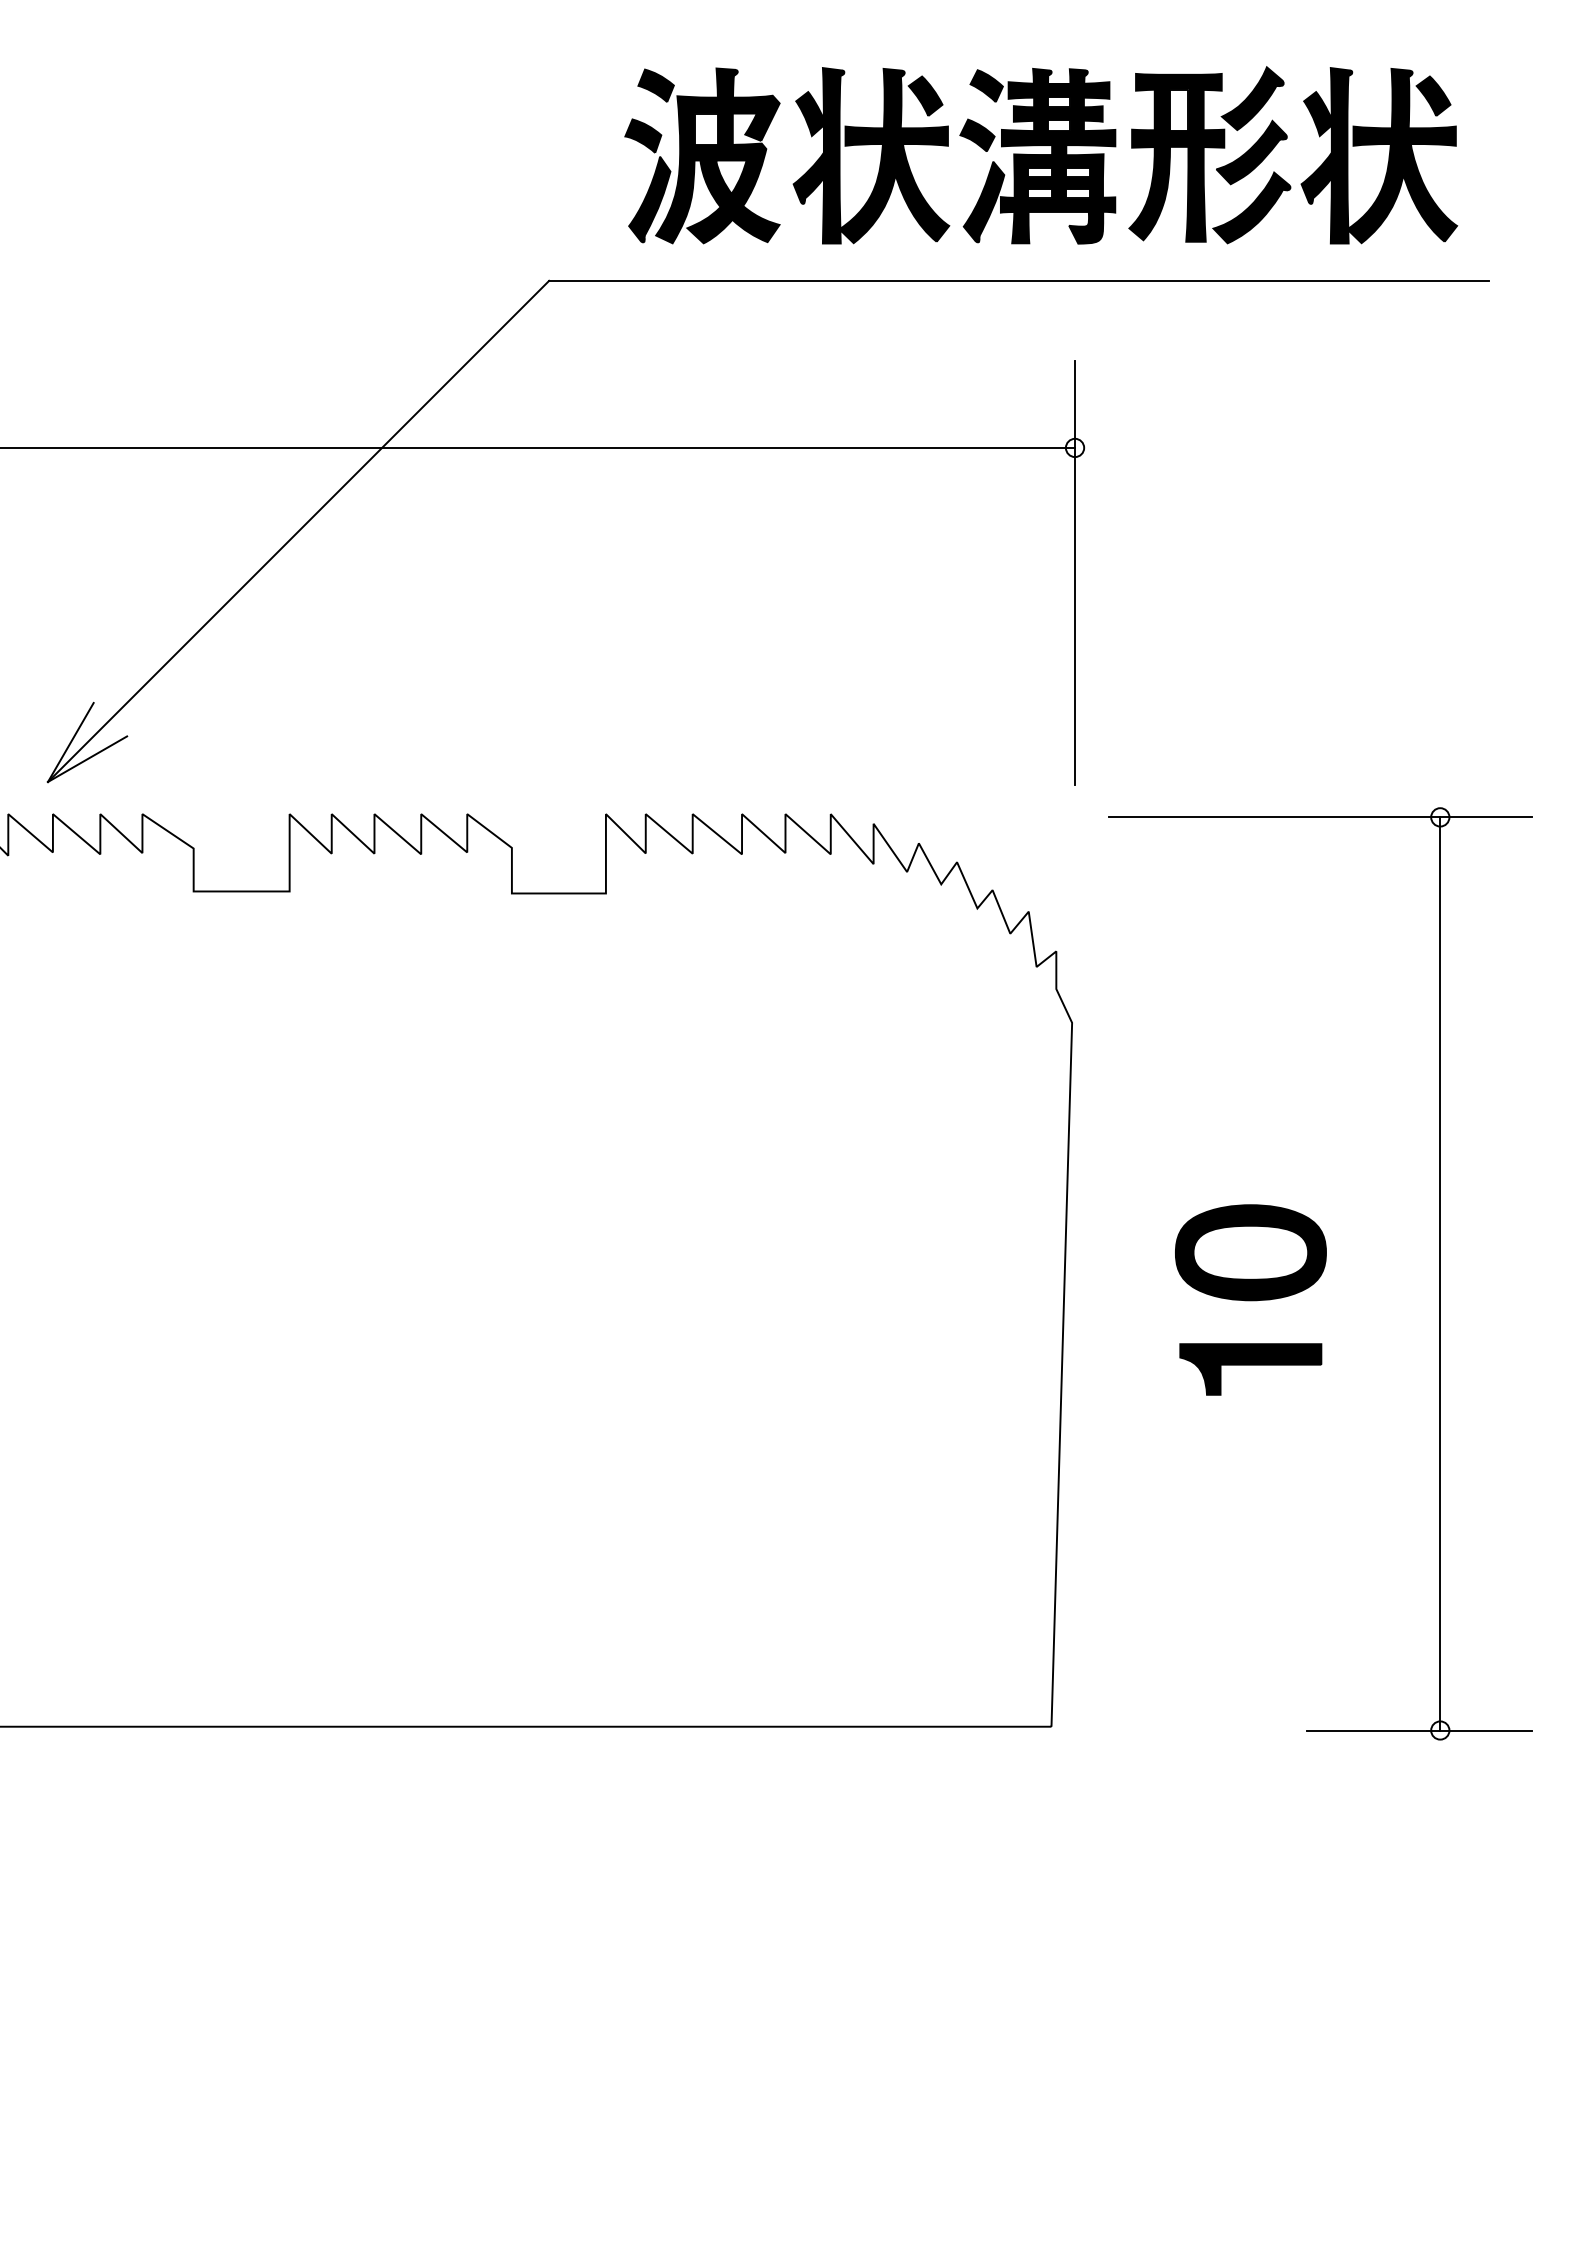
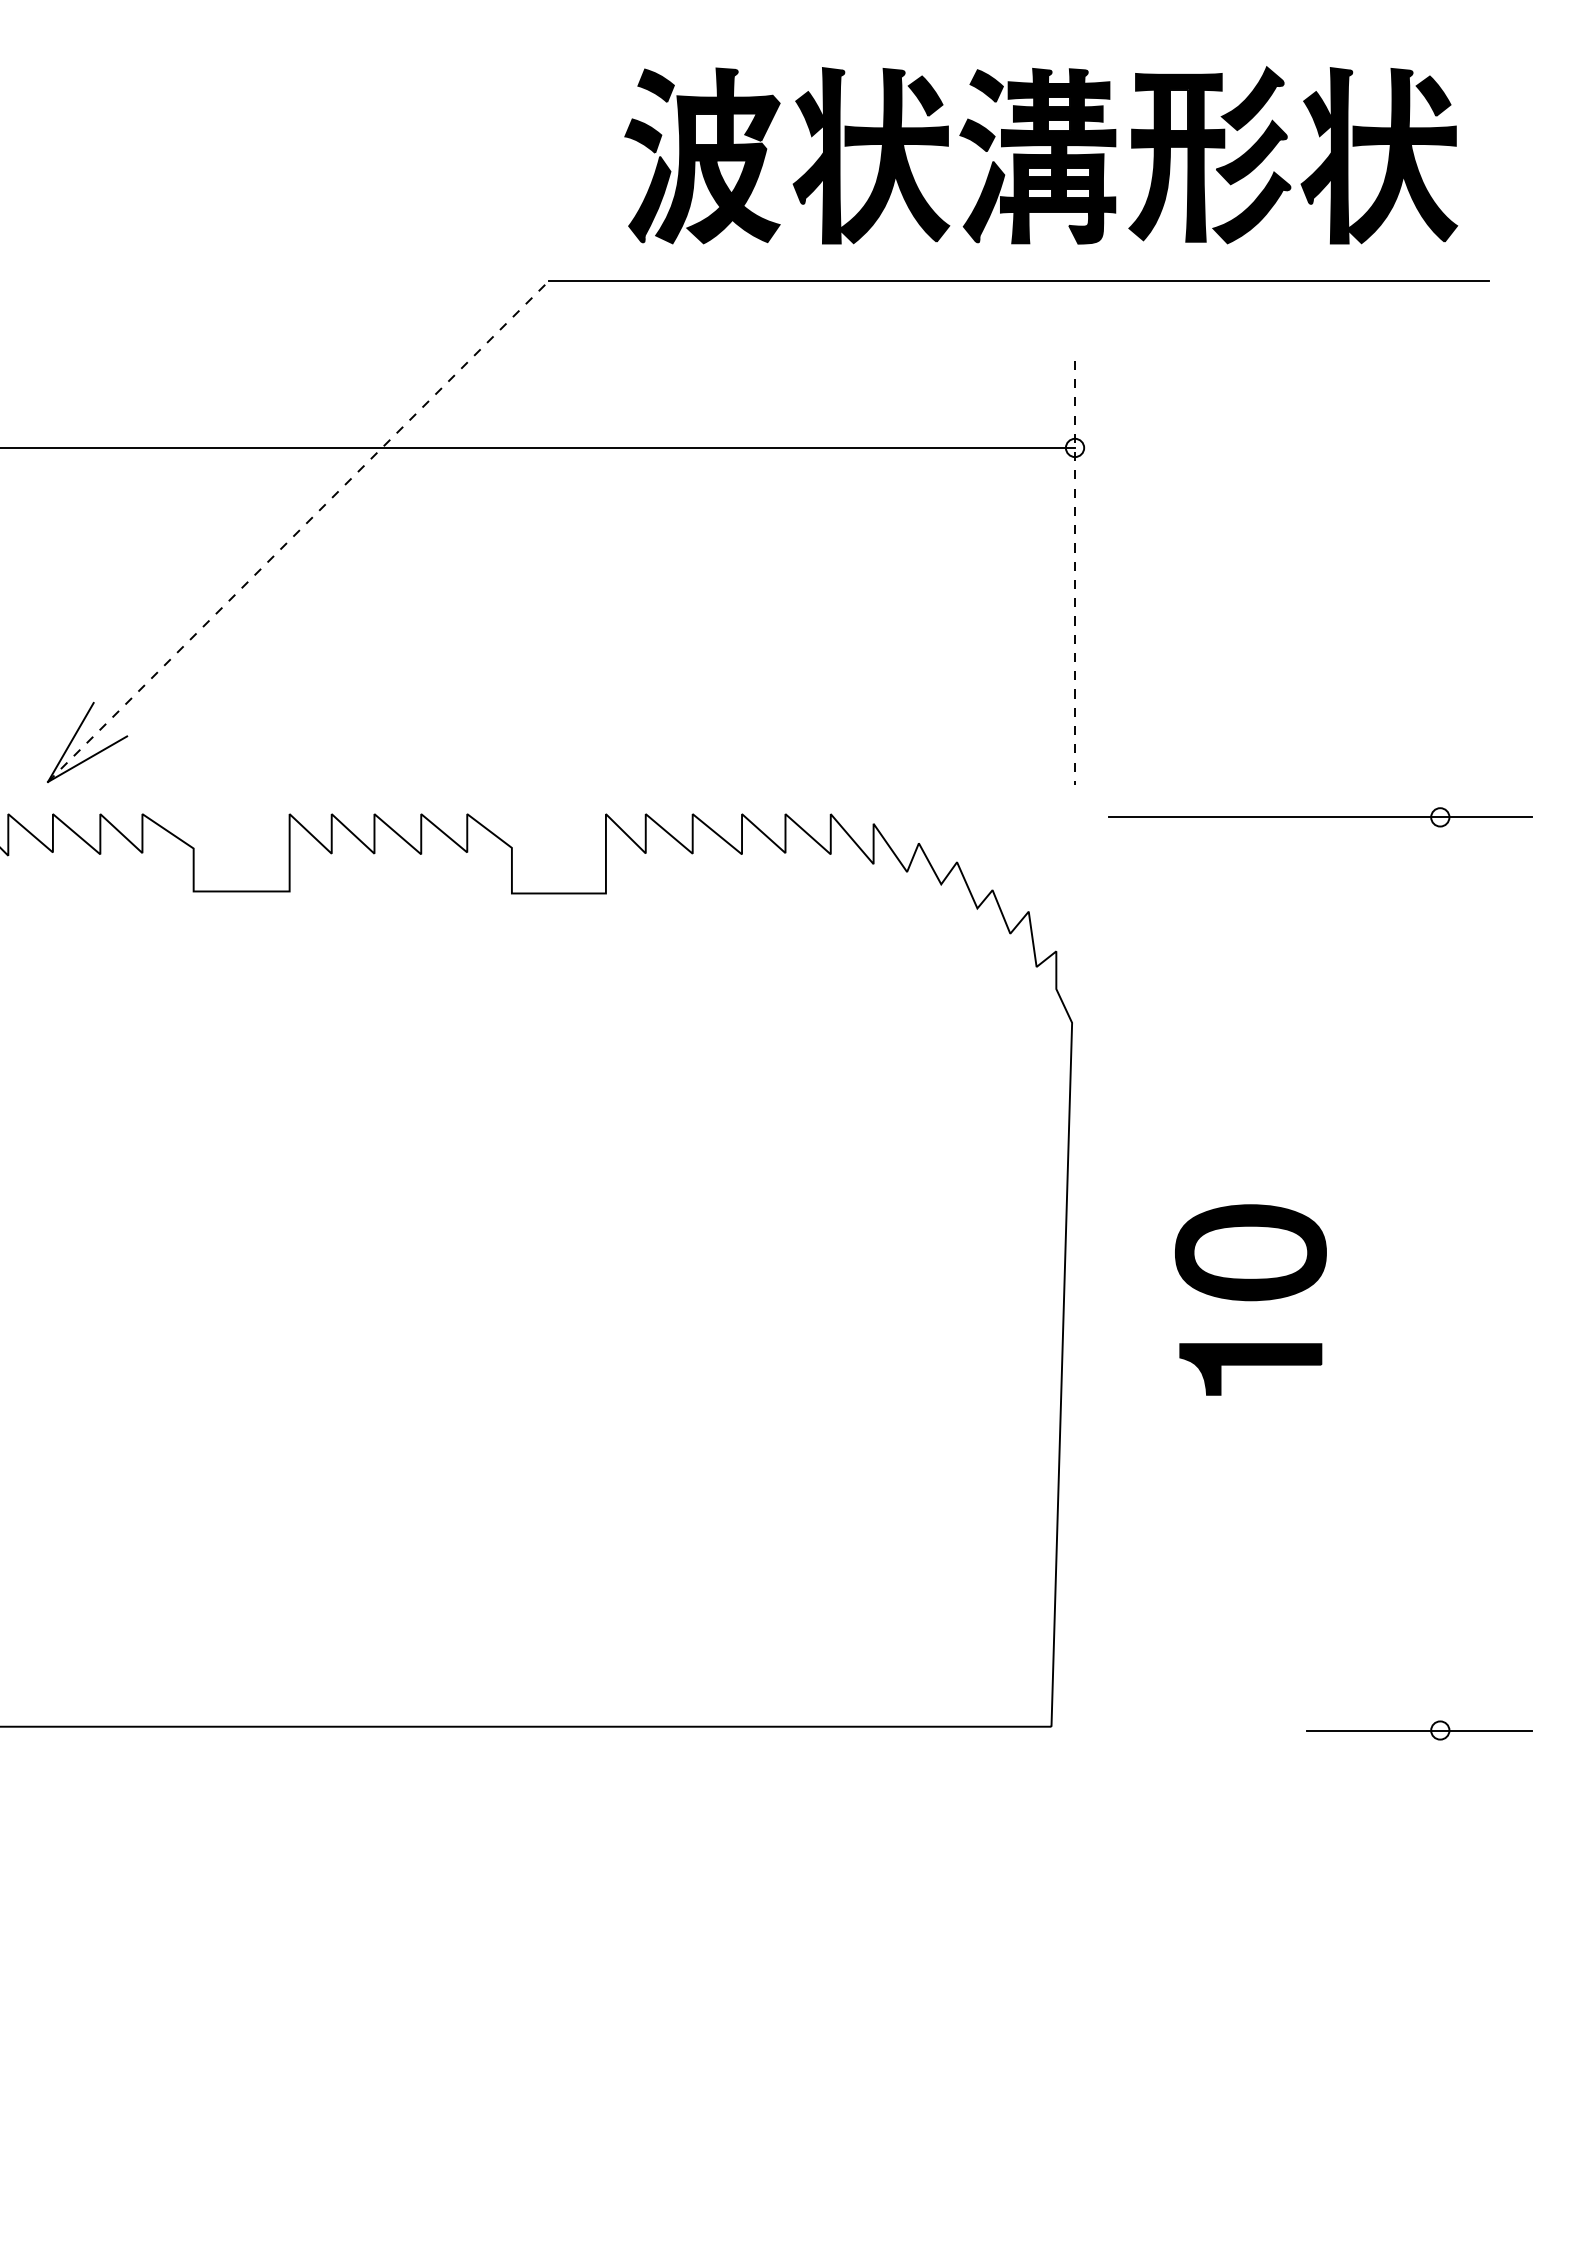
line at (298, 531): solid -> dashed
line at (1075, 573): solid -> dashed
line at (1440, 1273): present -> none
